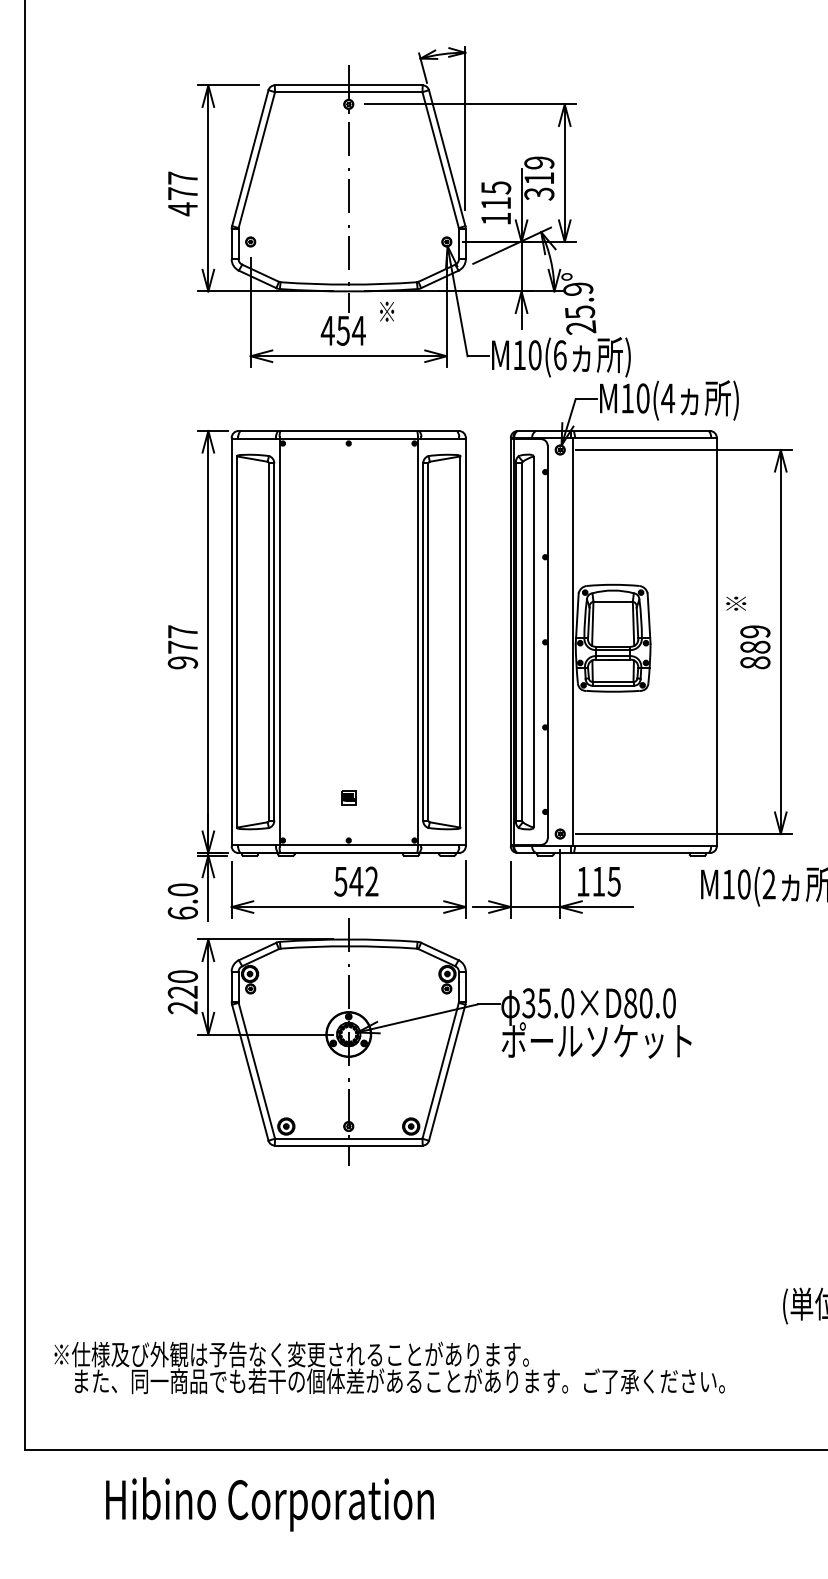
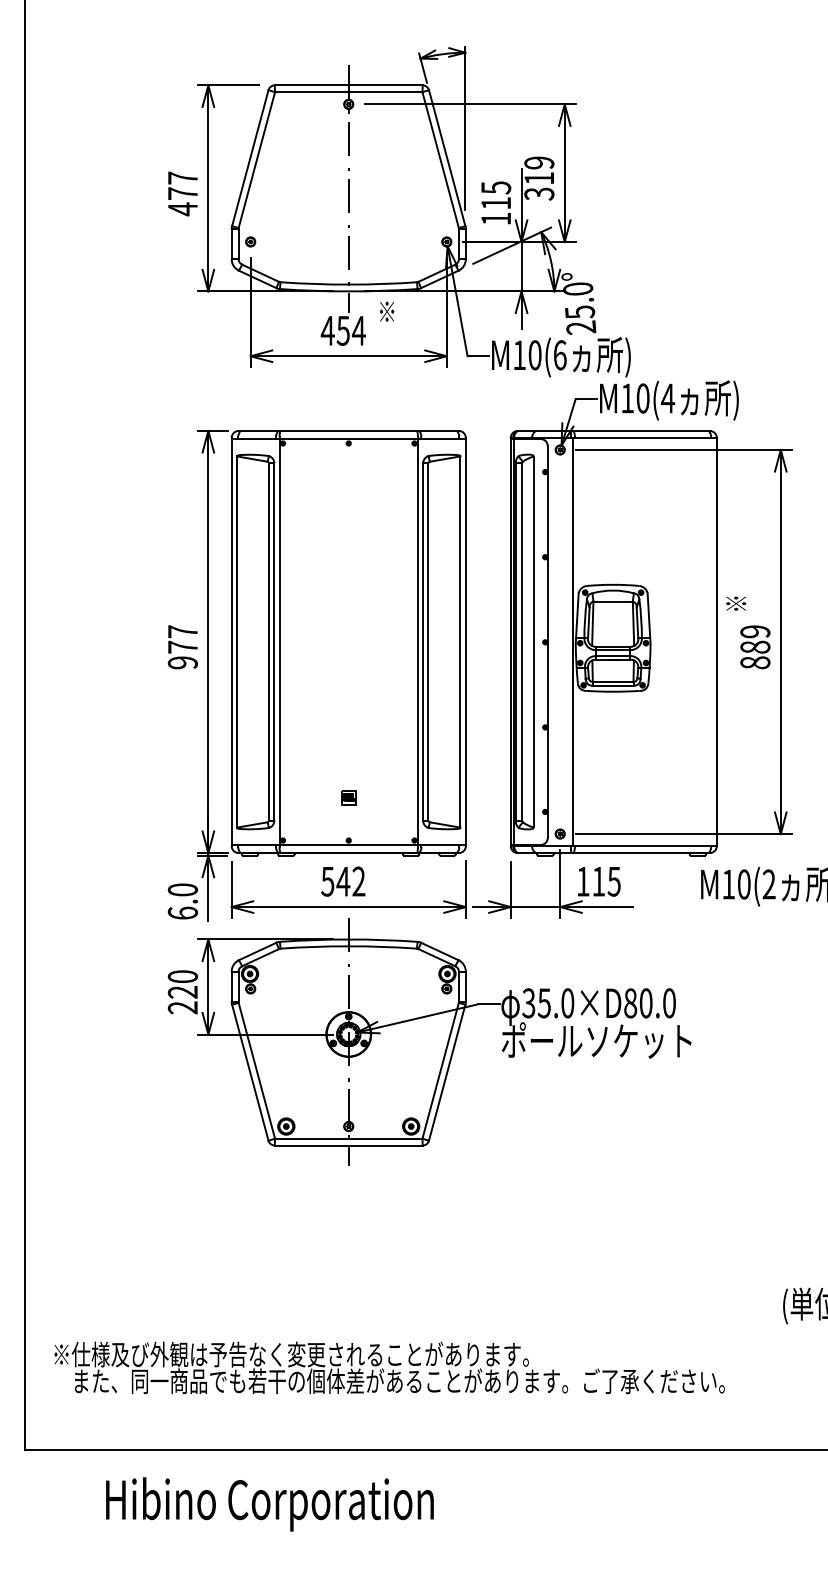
text at (578, 288): 25.9° -> 25.0°
text at (356, 881) position: (356, 881) -> (343, 881)
